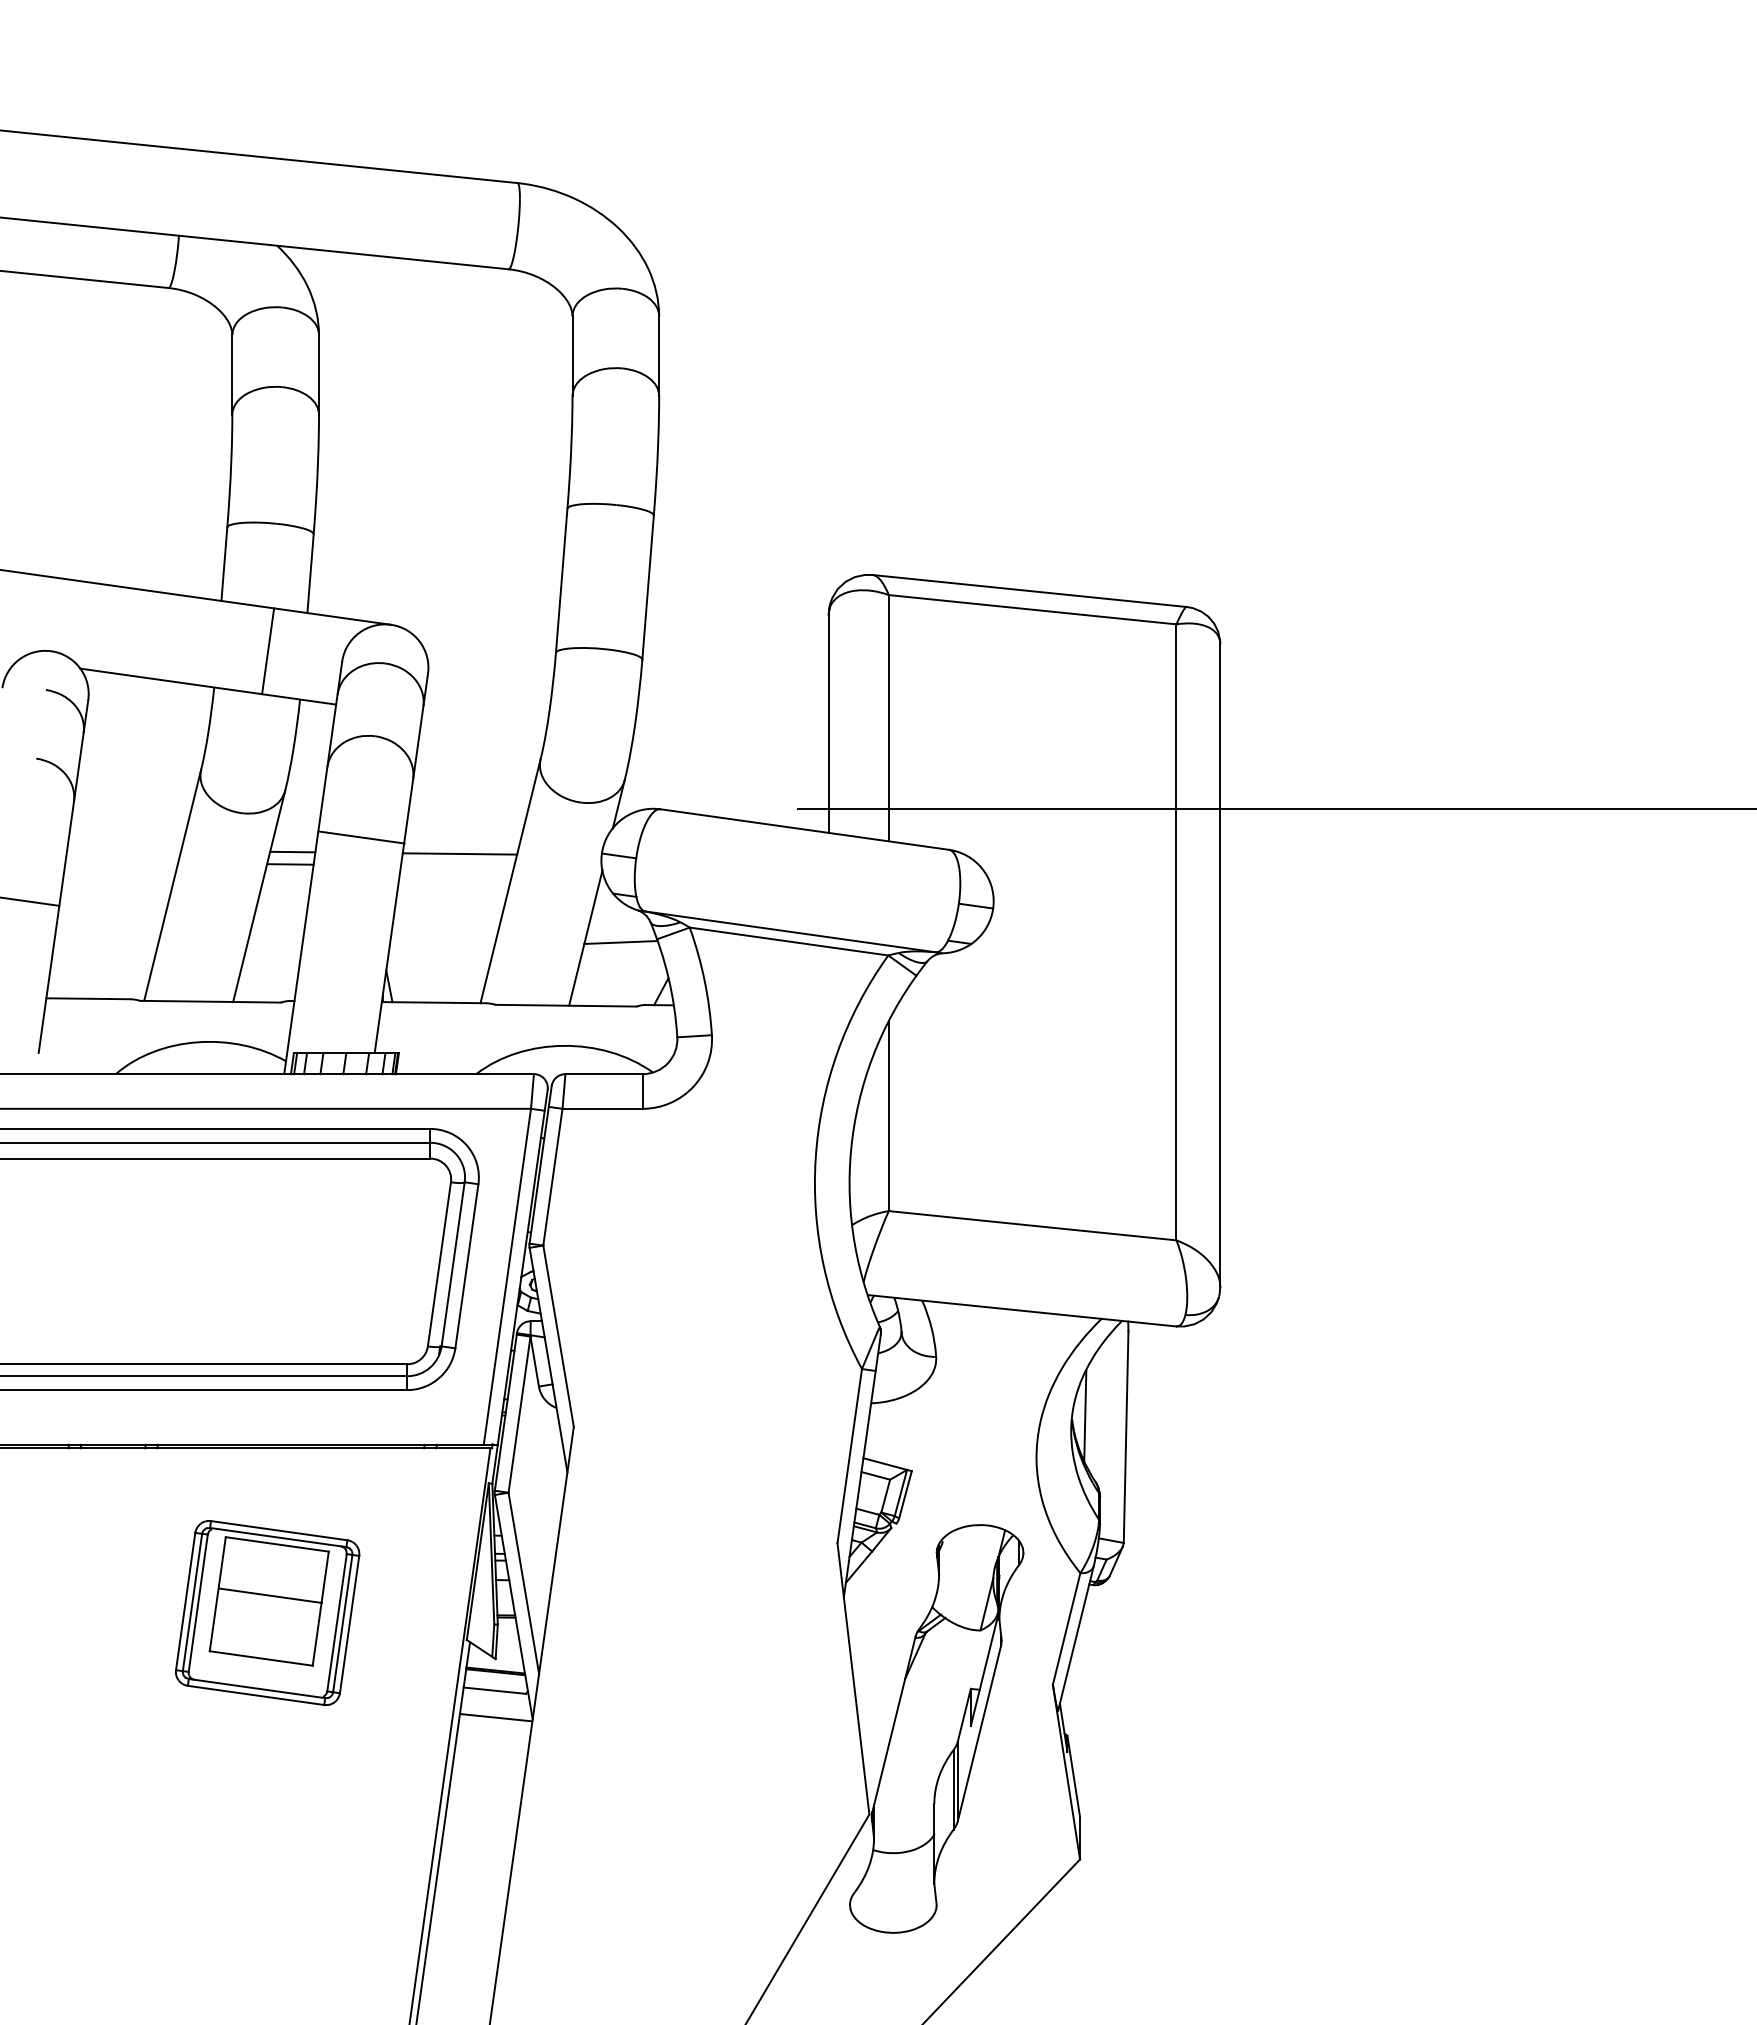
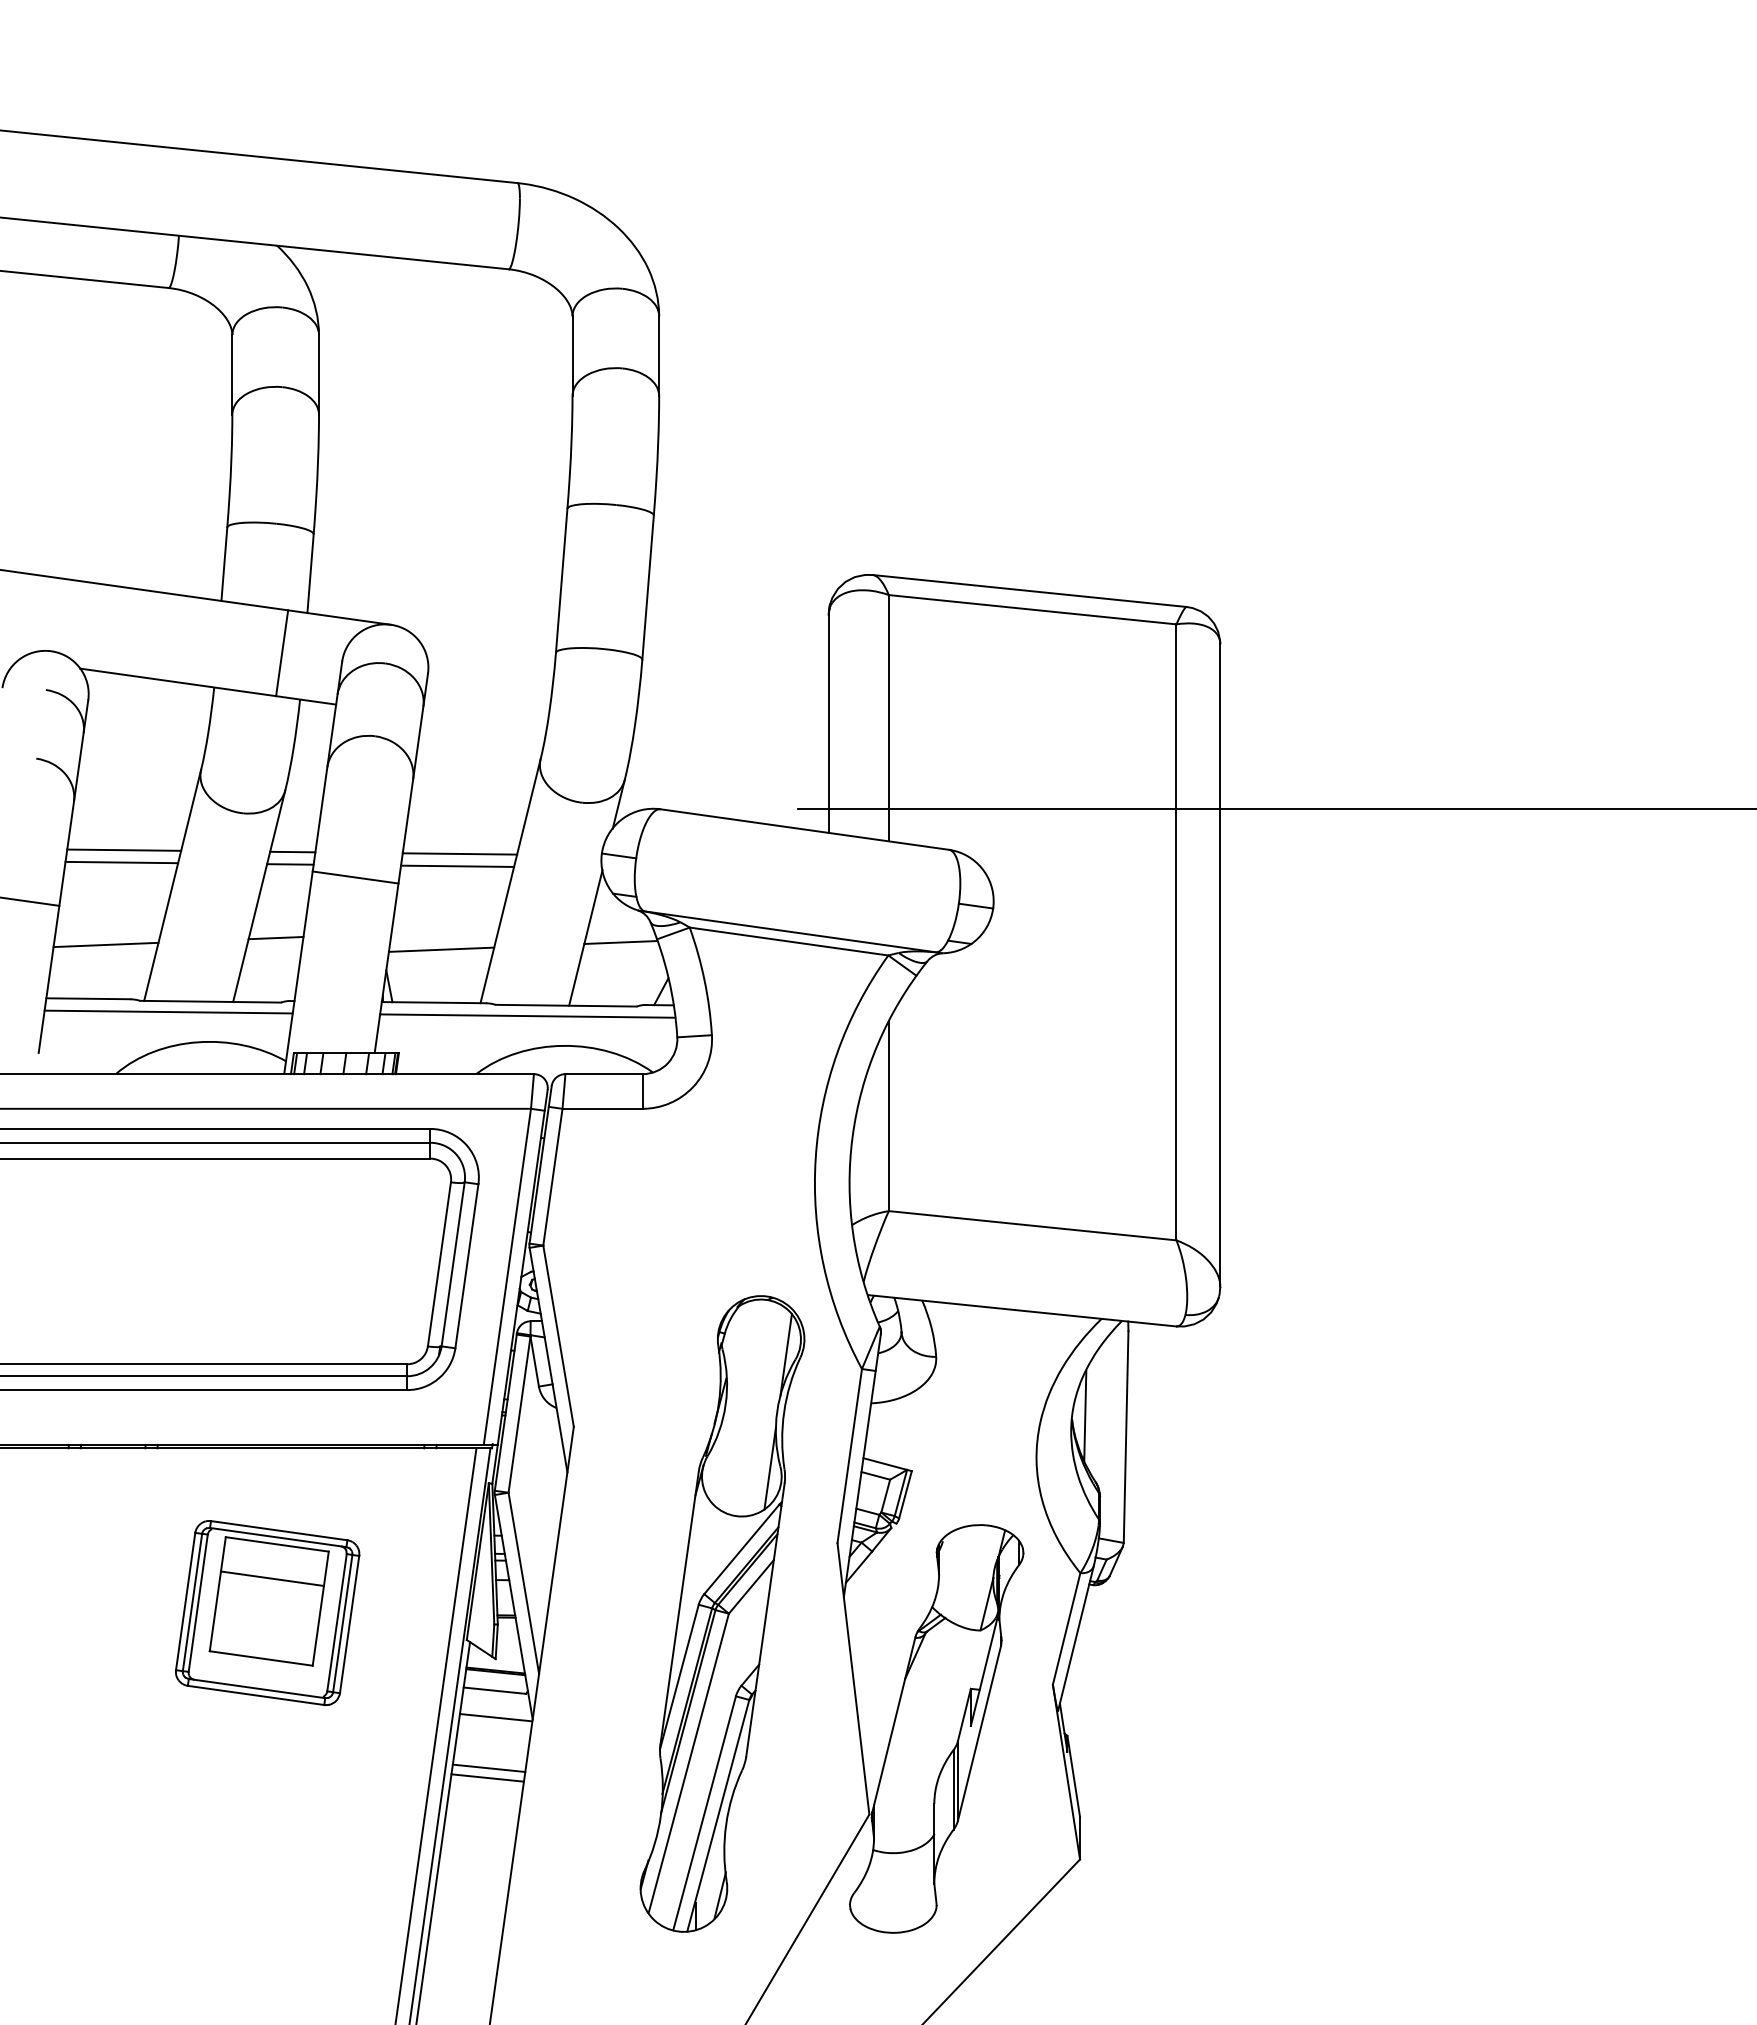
line at (268, 651) position: (268, 651) -> (282, 653)
line at (361, 837) position: (361, 837) -> (355, 877)
line at (124, 849): none -> present
line at (121, 862): none -> present
line at (457, 865): none -> present
line at (275, 937): none -> present
line at (105, 944): none -> present
line at (441, 949): none -> present
line at (168, 1011): none -> present
line at (527, 1015): none -> present
line at (269, 1595) position: (269, 1595) -> (271, 1578)
part at (722, 1613): none -> present
line at (435, 1734): none -> present
line at (488, 1768): none -> present
line at (487, 1777): none -> present
